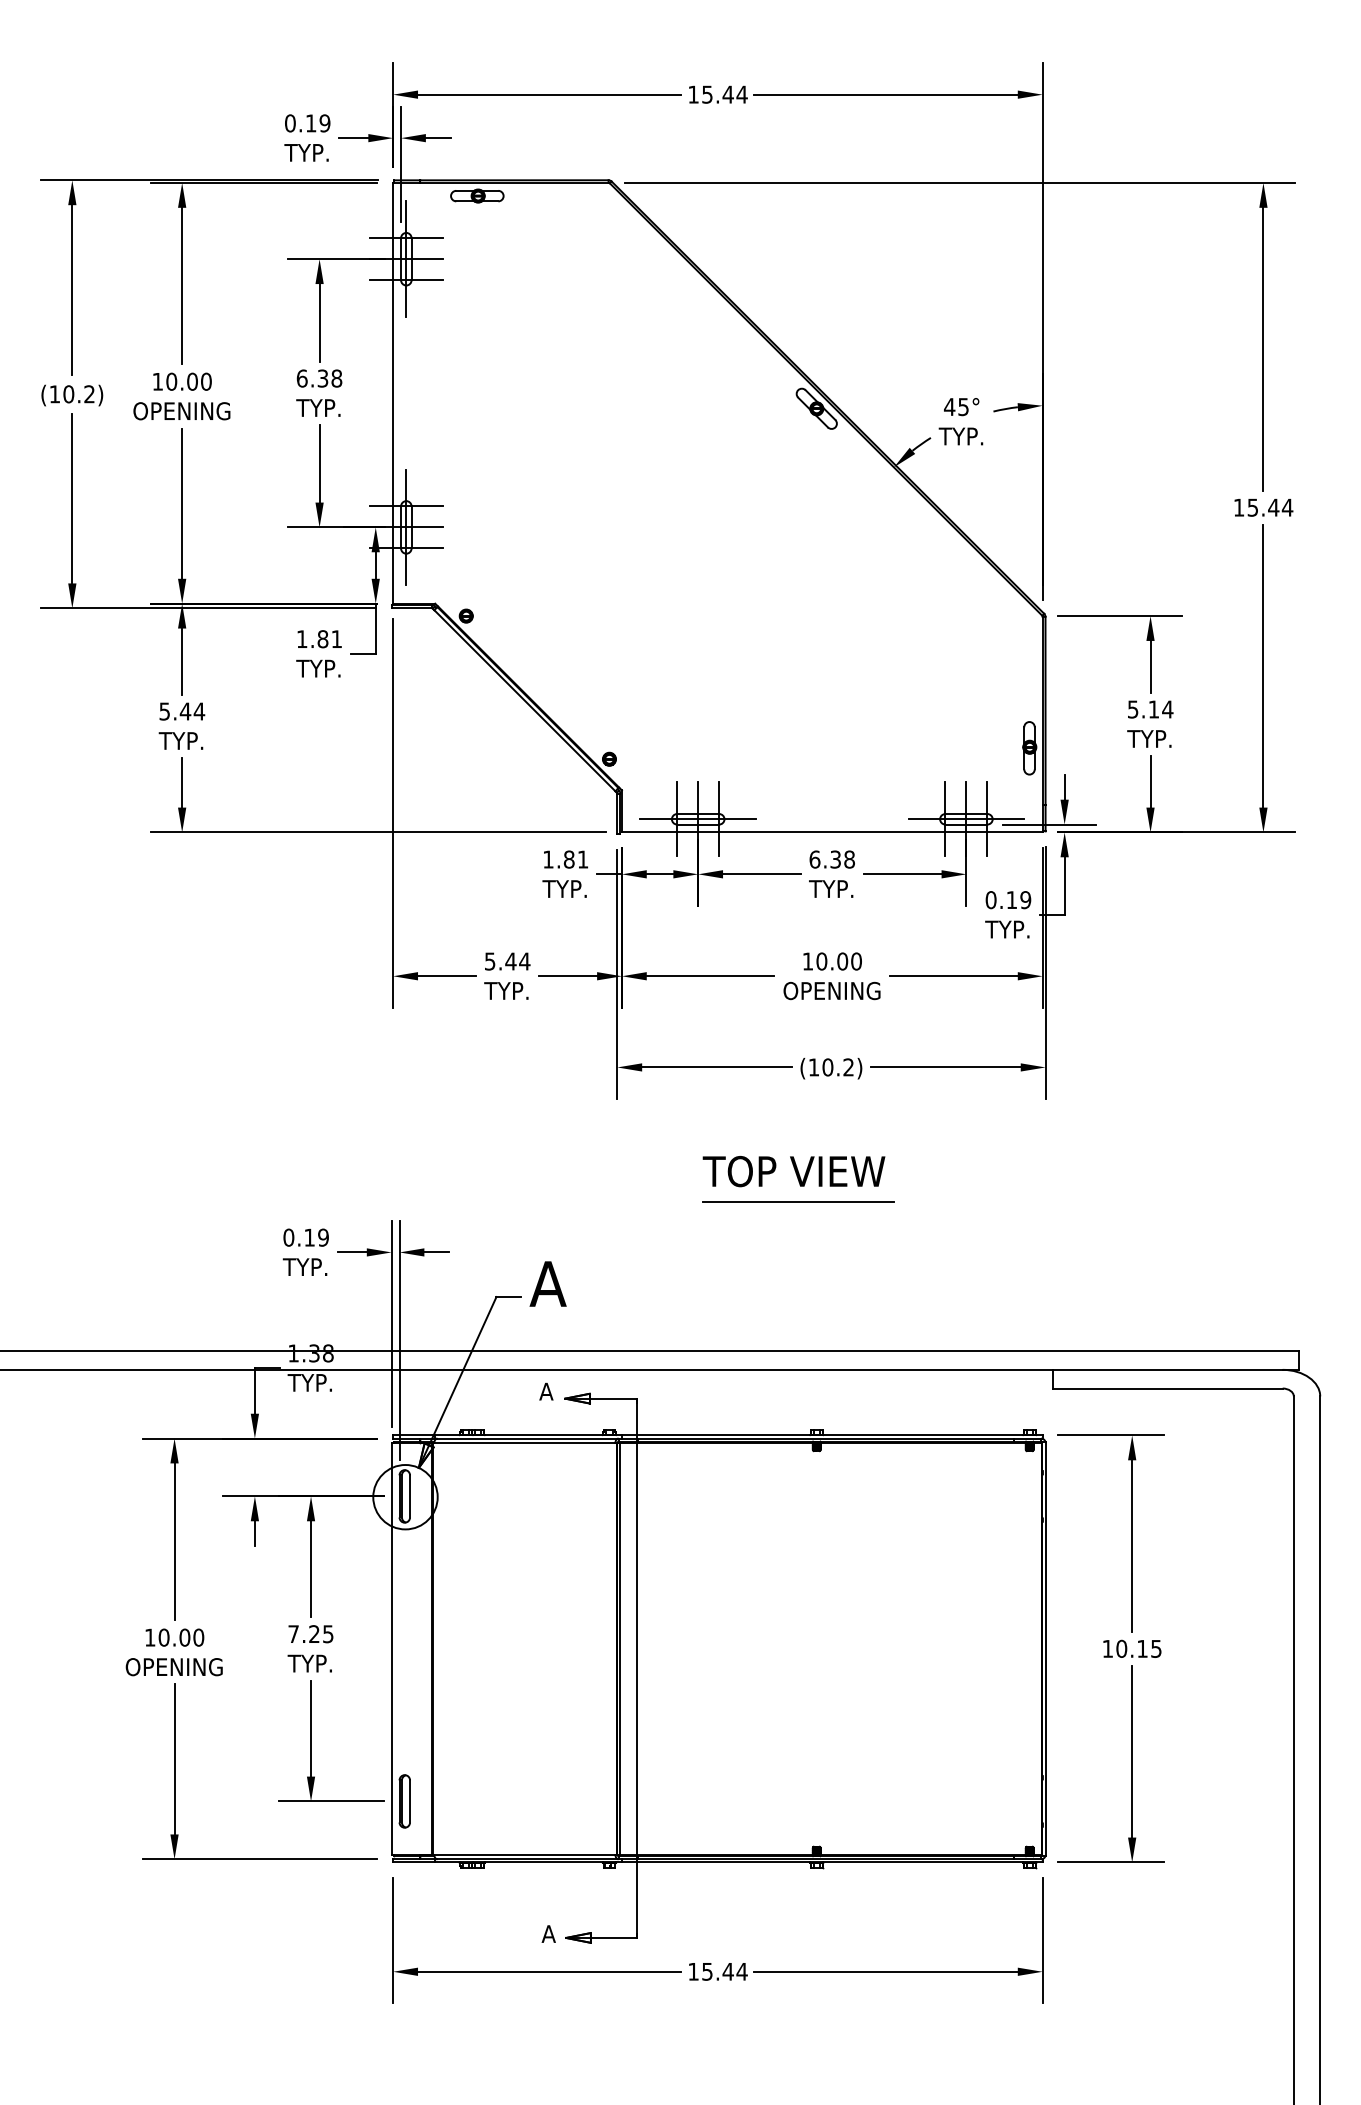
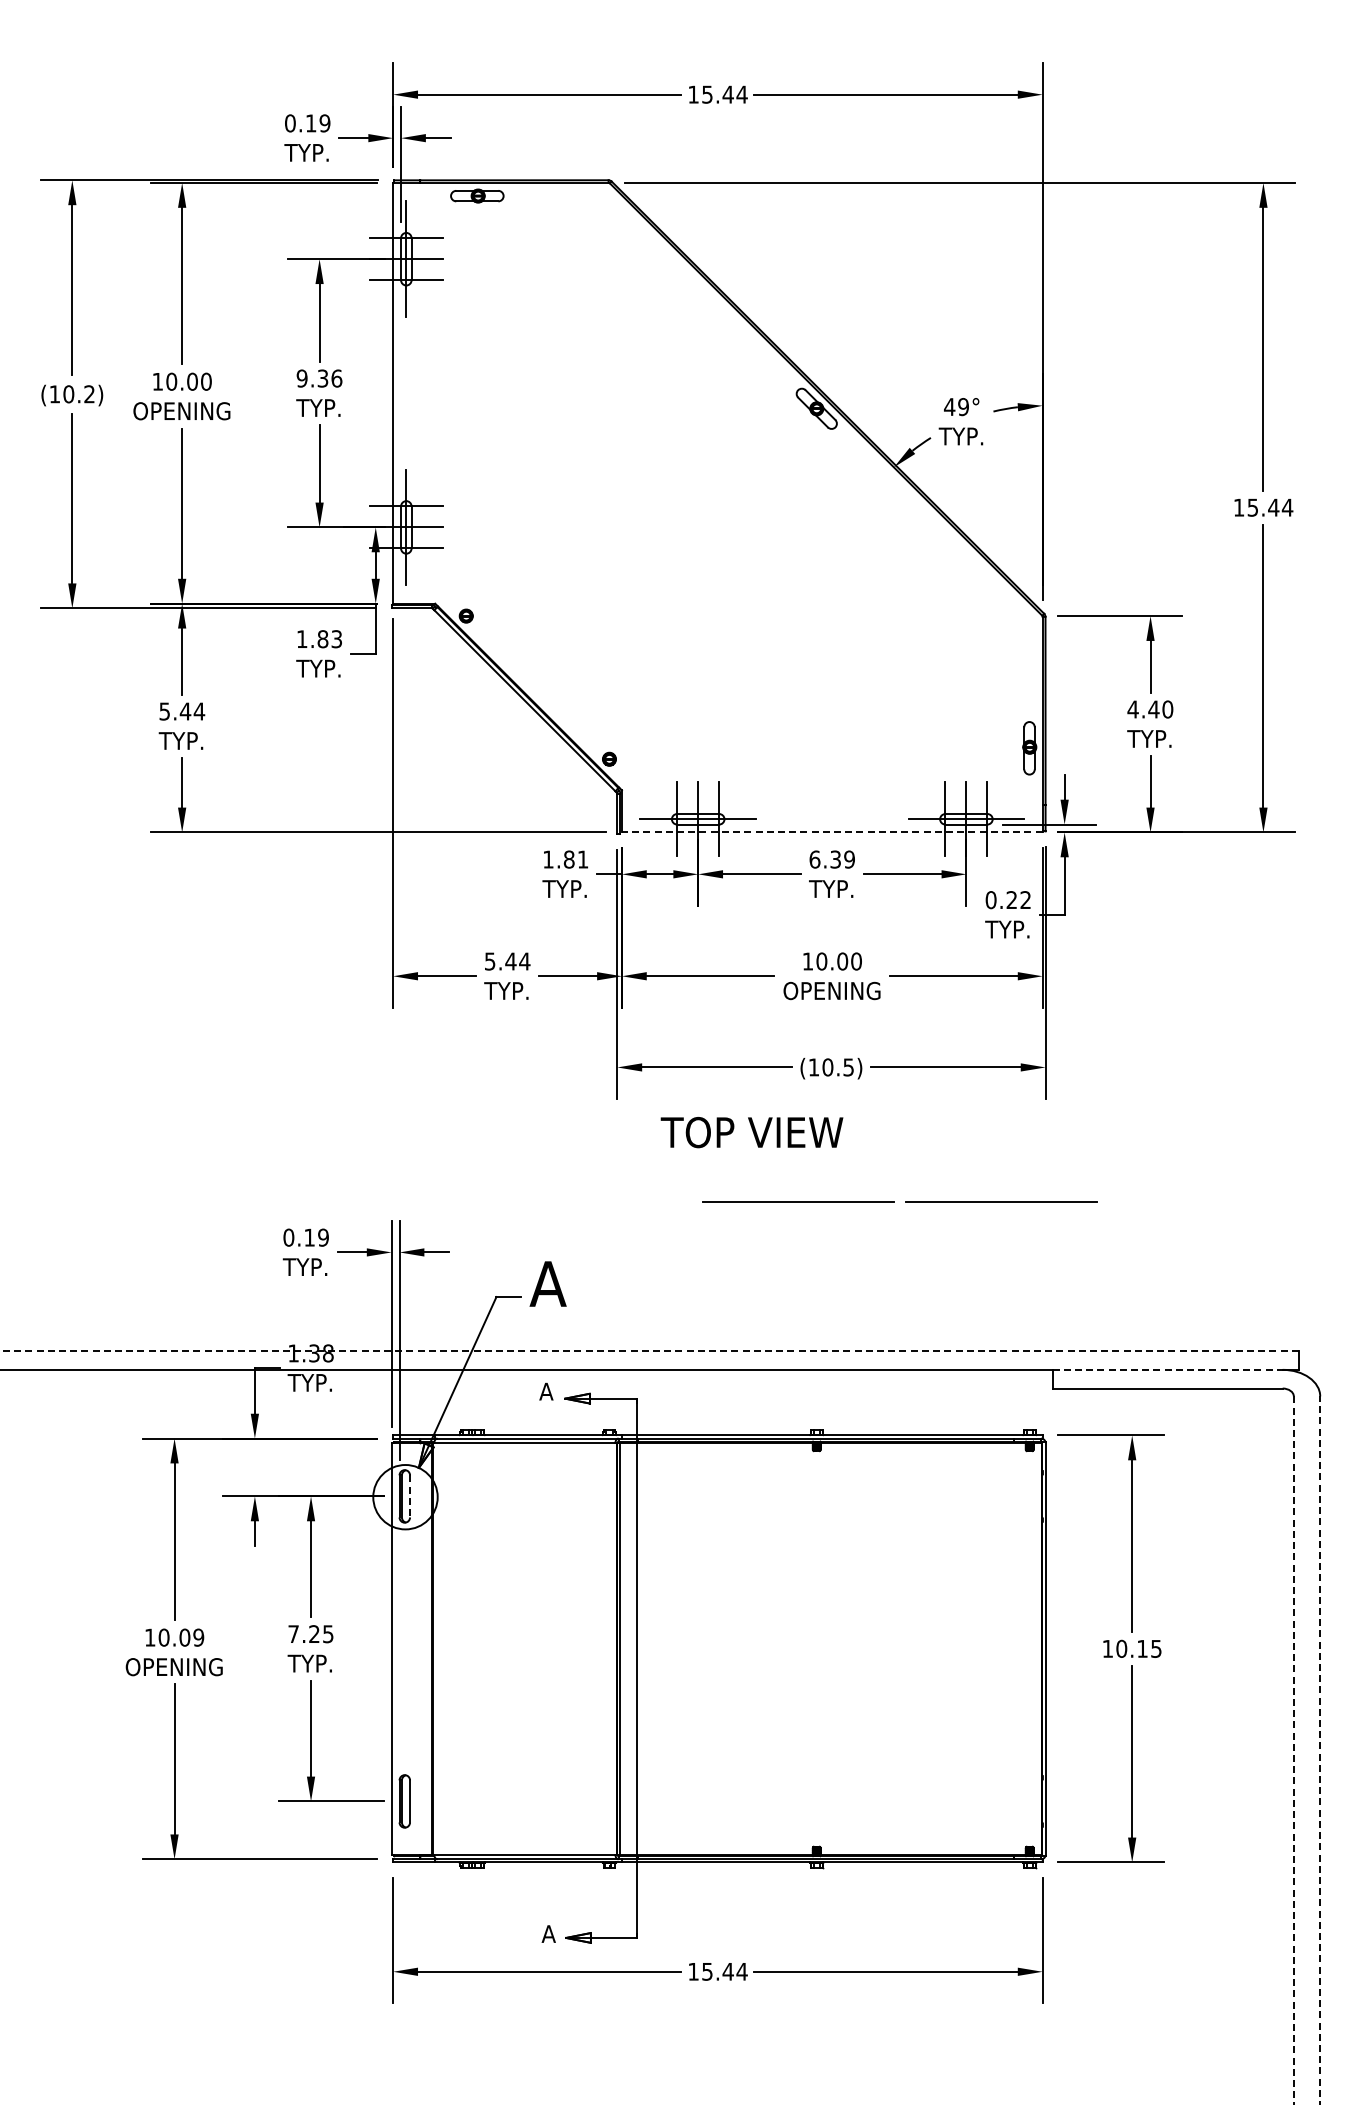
text at (319, 378): 6.38 -> 9.36
text at (963, 406): 45° -> 49°
text at (336, 639): 1.81 -> 1.83
text at (1150, 709): 5.14 -> 4.40
line at (831, 832): solid -> dashed
text at (849, 859): 6.38 -> 6.39
text at (1018, 900): 0.19 -> 0.22
text at (848, 1067): (10.2) -> (10.5)
text at (793, 1171) position: (793, 1171) -> (751, 1132)
line at (1001, 1201): none -> present
line at (649, 1351): solid -> dashed
line at (1168, 1369): solid -> dashed
line at (410, 1496): solid -> dashed
text at (198, 1637): 10.00 -> 10.09
line at (1293, 1750): solid -> dashed
line at (1320, 1750): solid -> dashed
